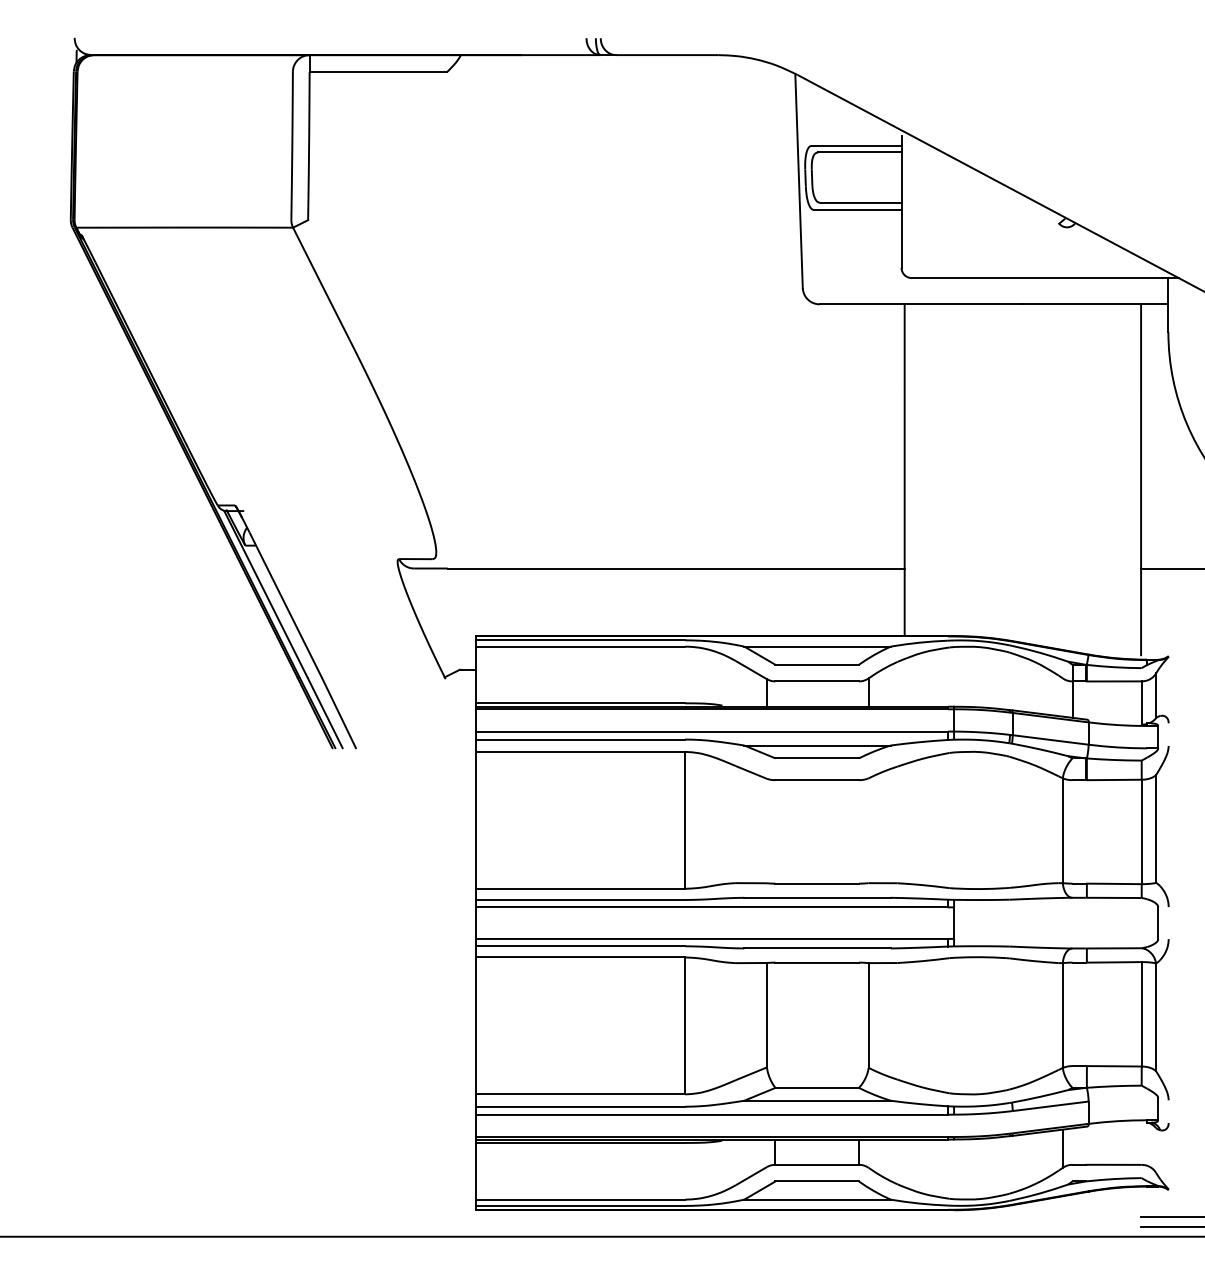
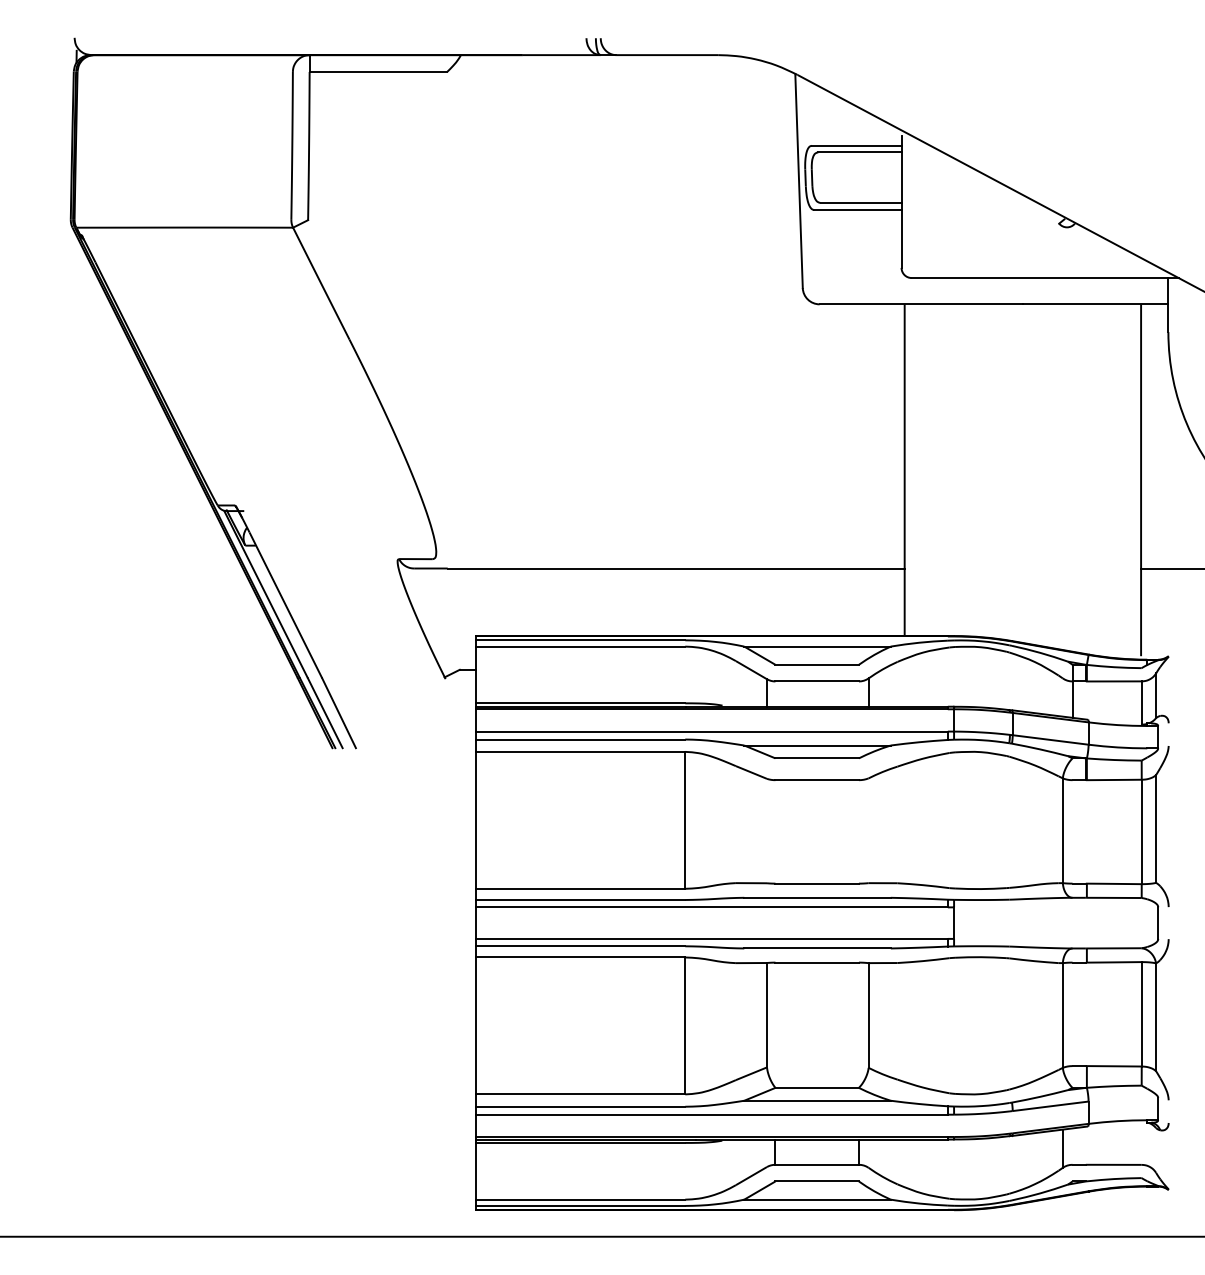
line at (1171, 1216): present -> none
line at (1171, 1227): present -> none
